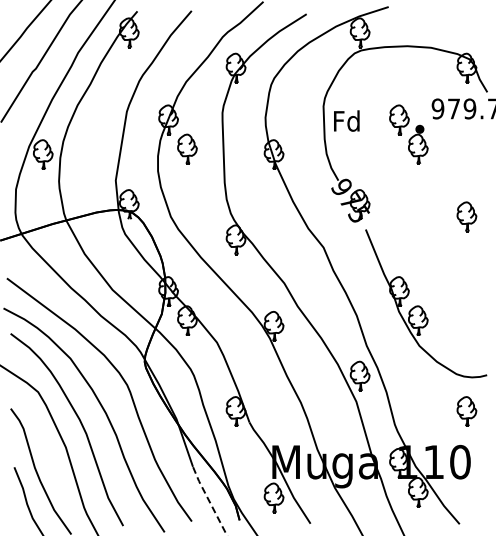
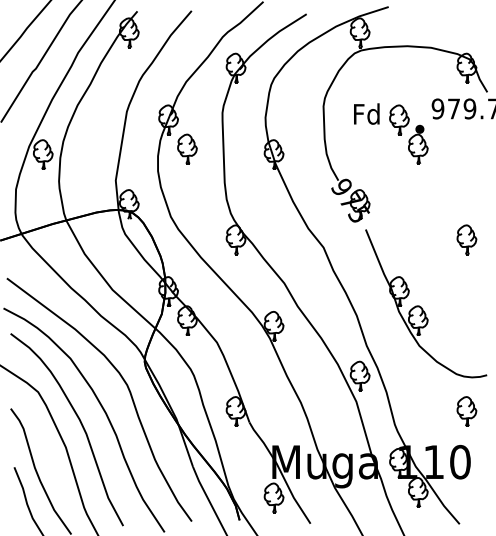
text at (346, 120) position: (346, 120) -> (366, 113)
part at (466, 216) position: (466, 216) -> (466, 239)
line at (209, 500): dashed -> solid
